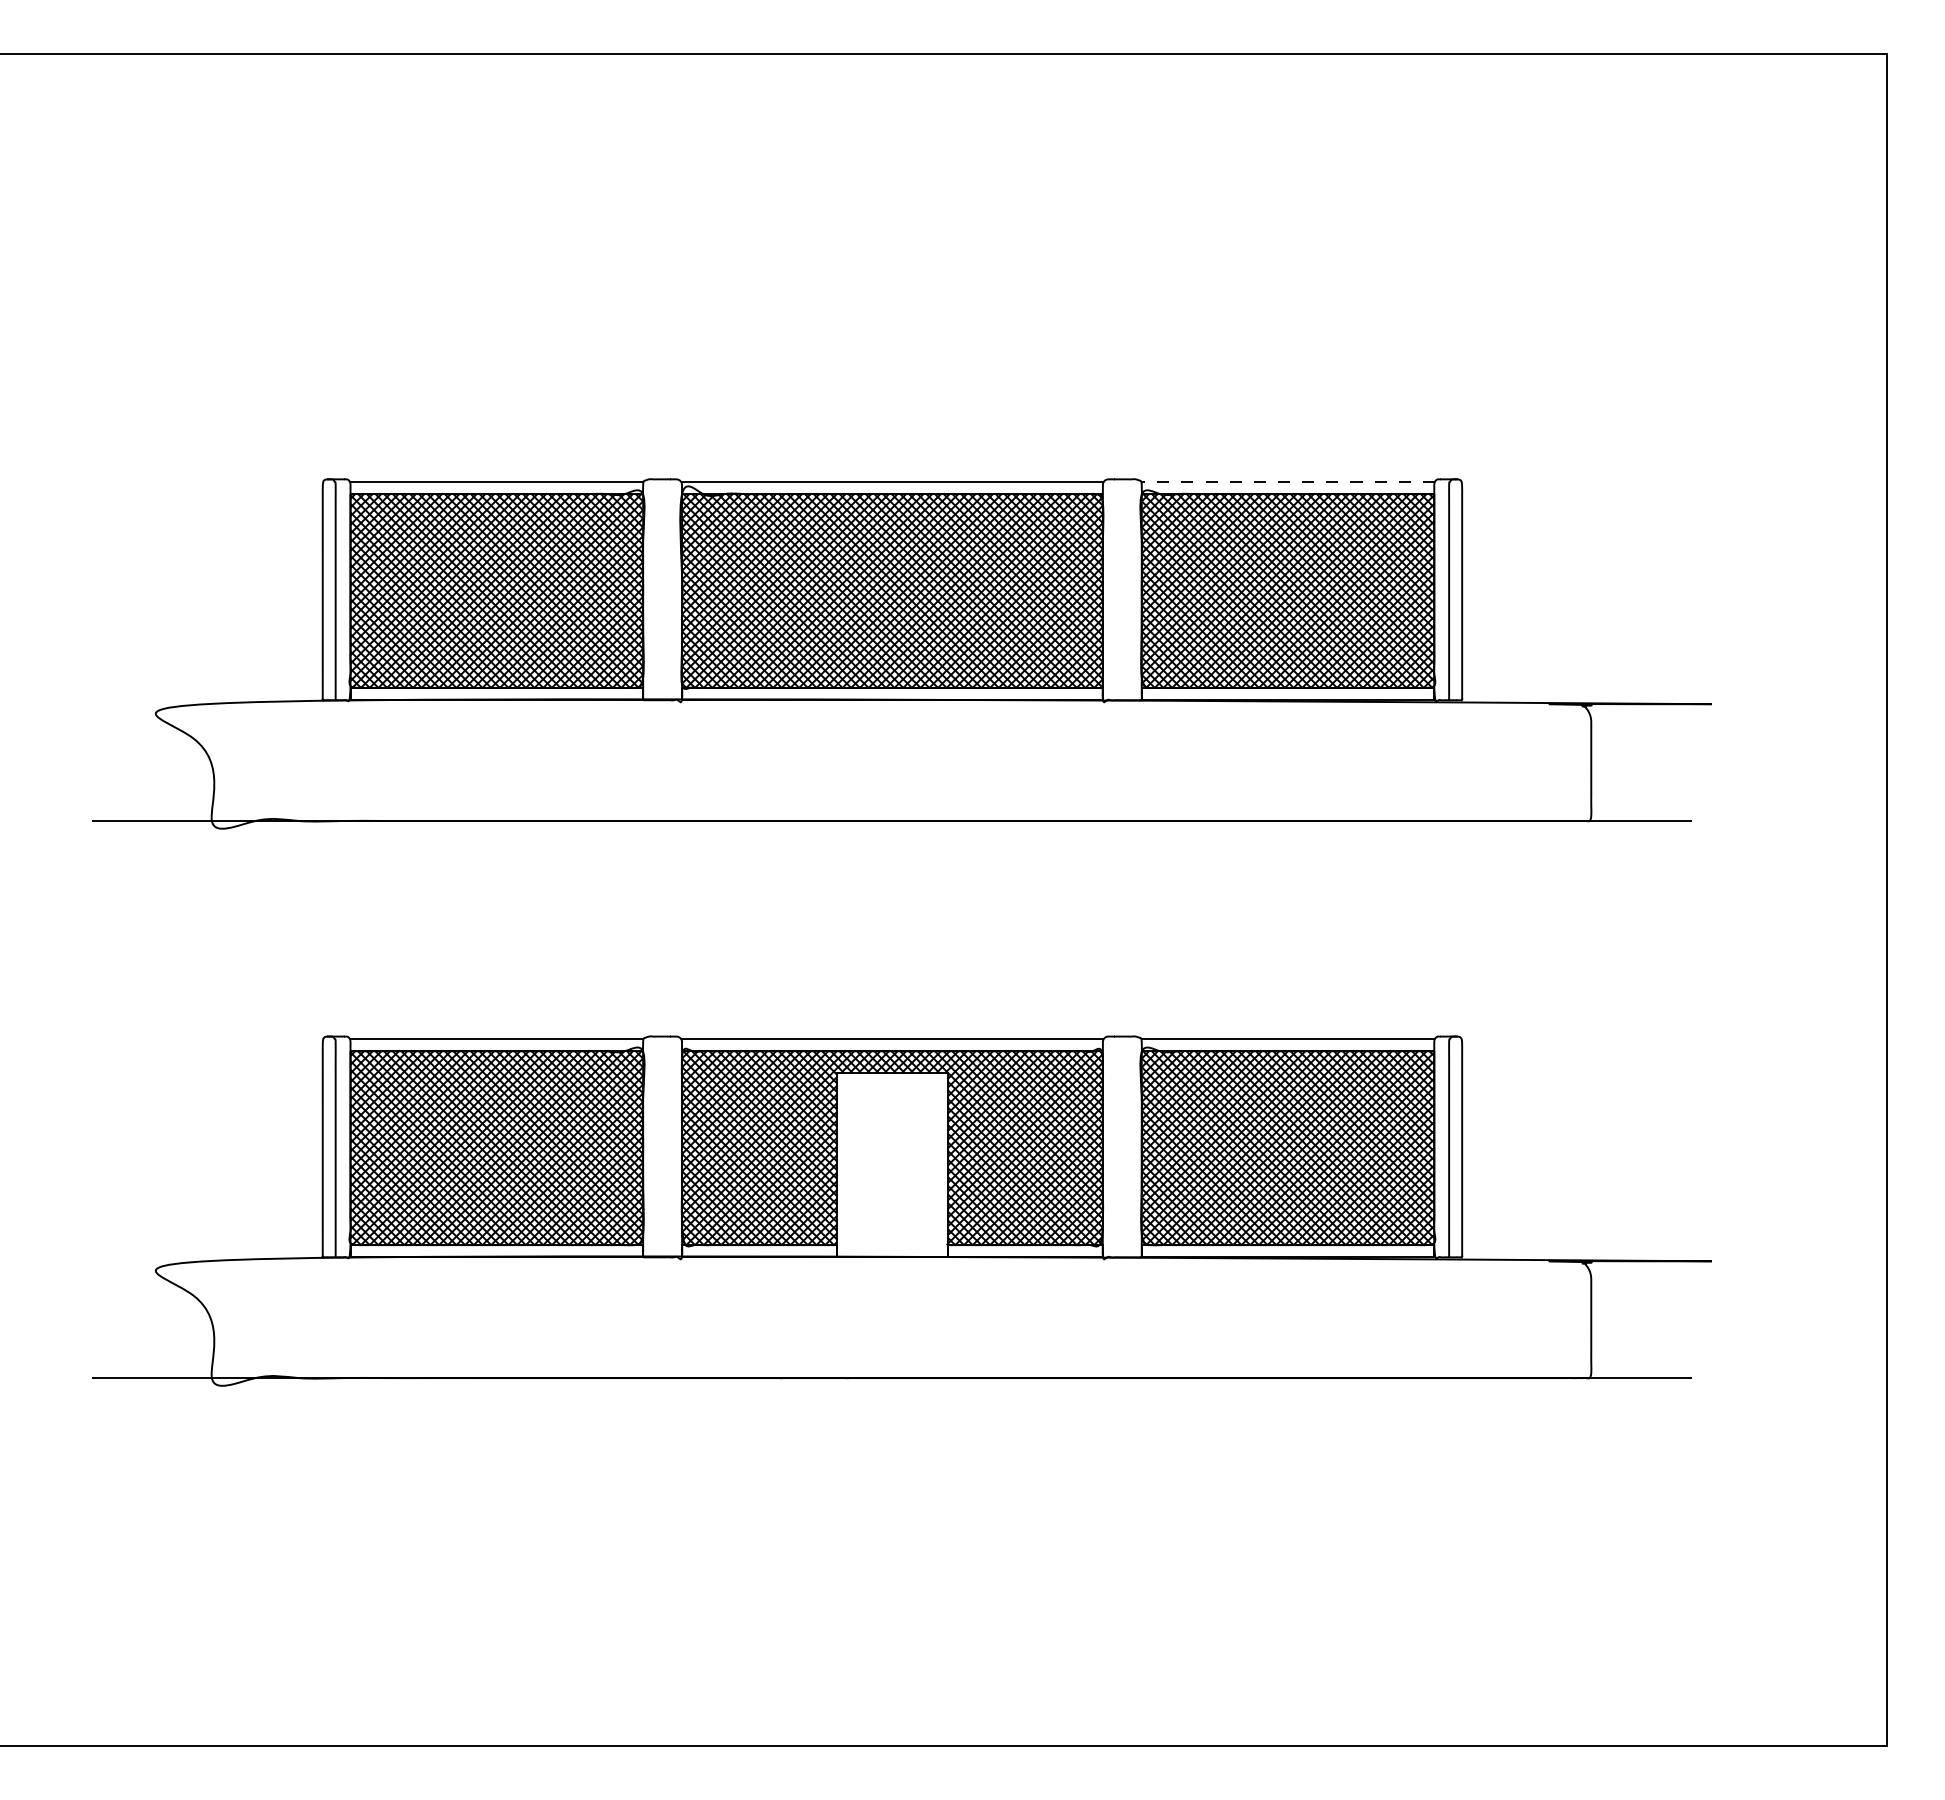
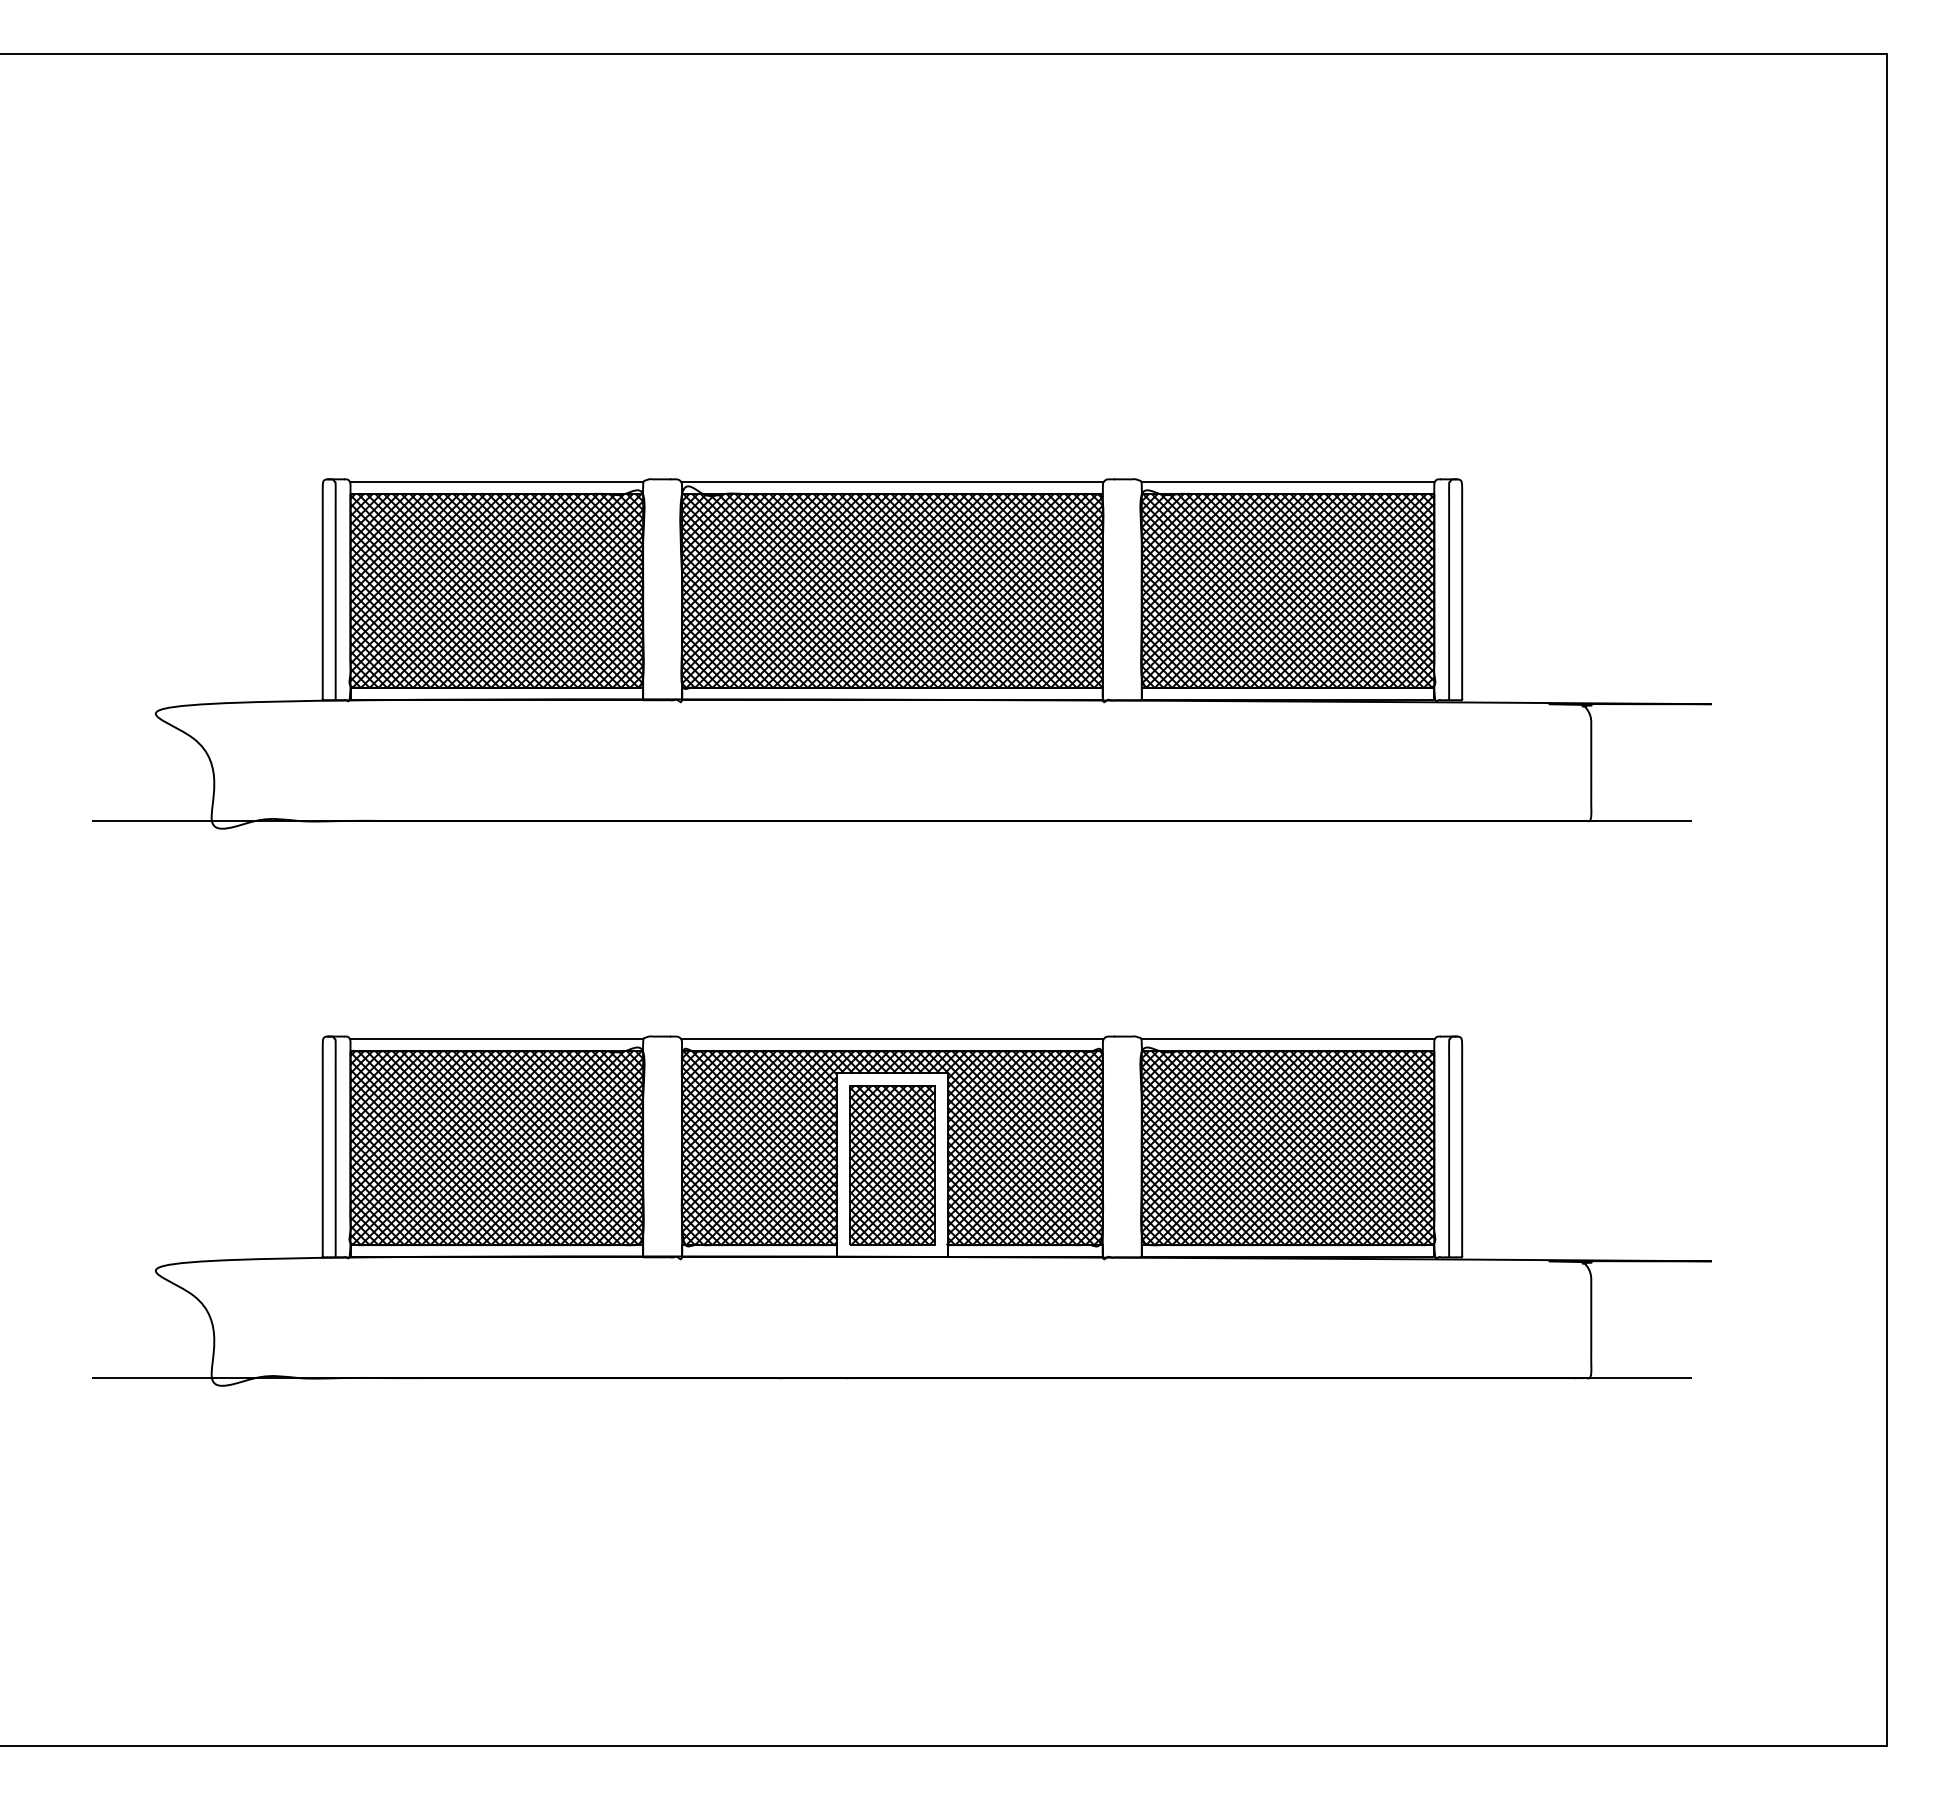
line at (1287, 481): dashed -> solid
part at (892, 1165): none -> present
